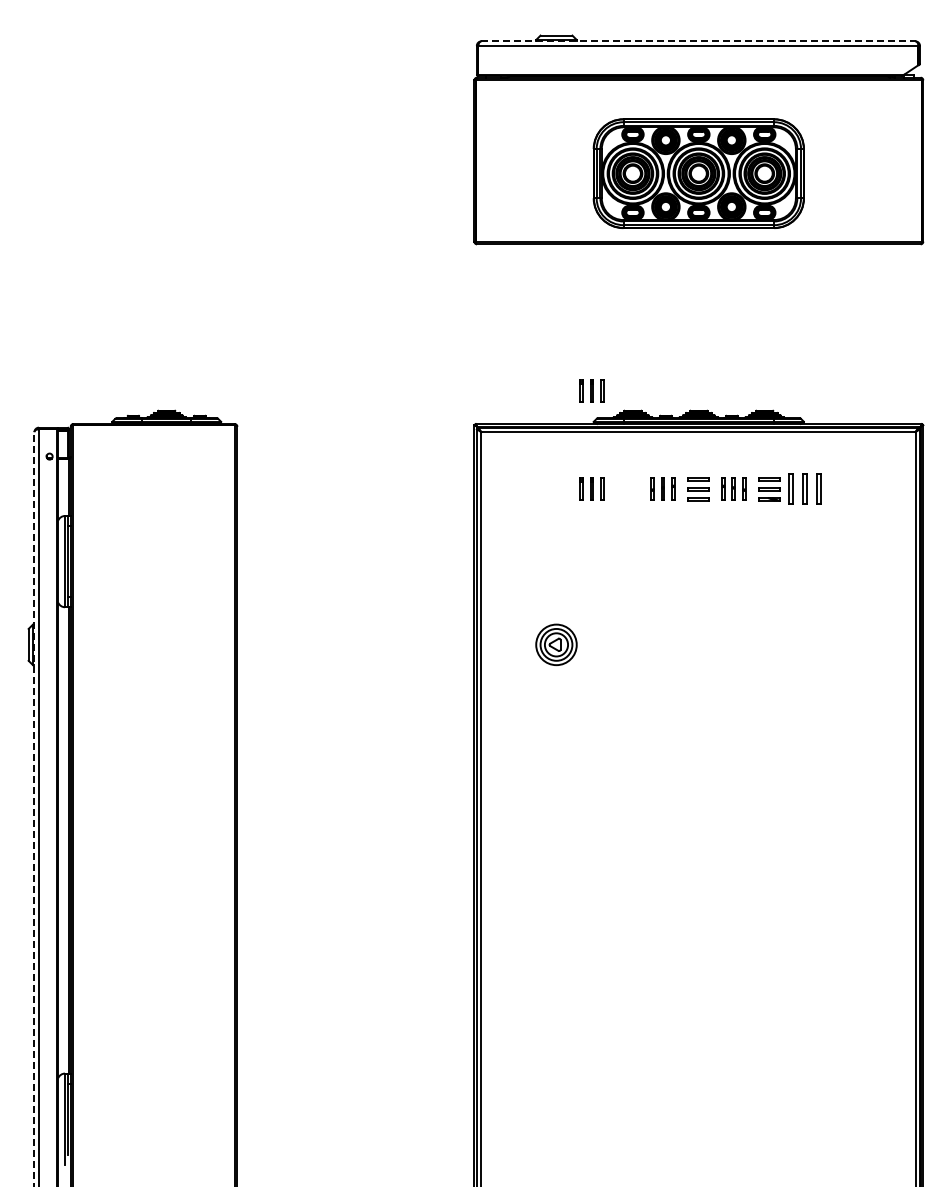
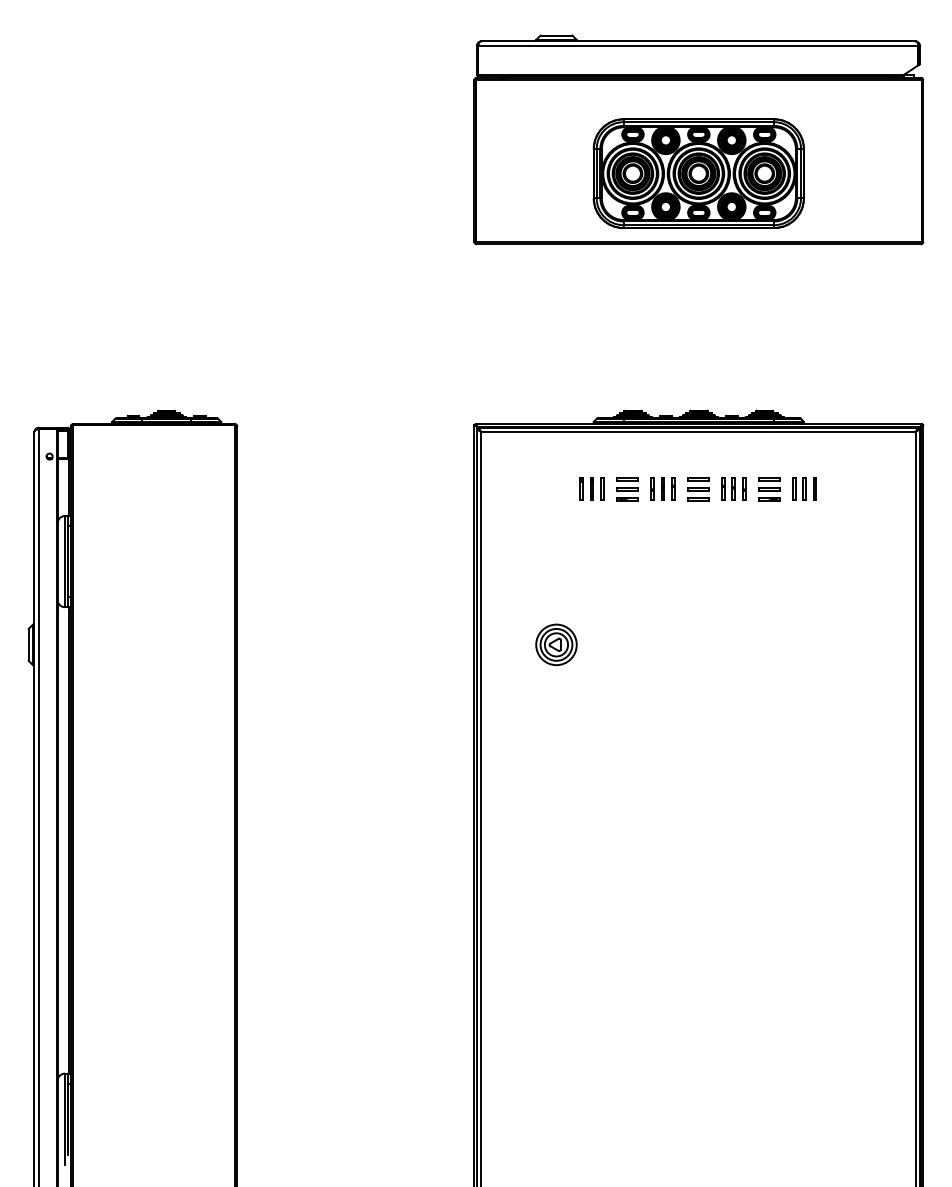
line at (698, 41): dashed -> solid
part at (591, 390): present -> none
part at (804, 488) size: 34x32 px -> 25x24 px
part at (627, 489): none -> present
line at (34, 808): dashed -> solid
